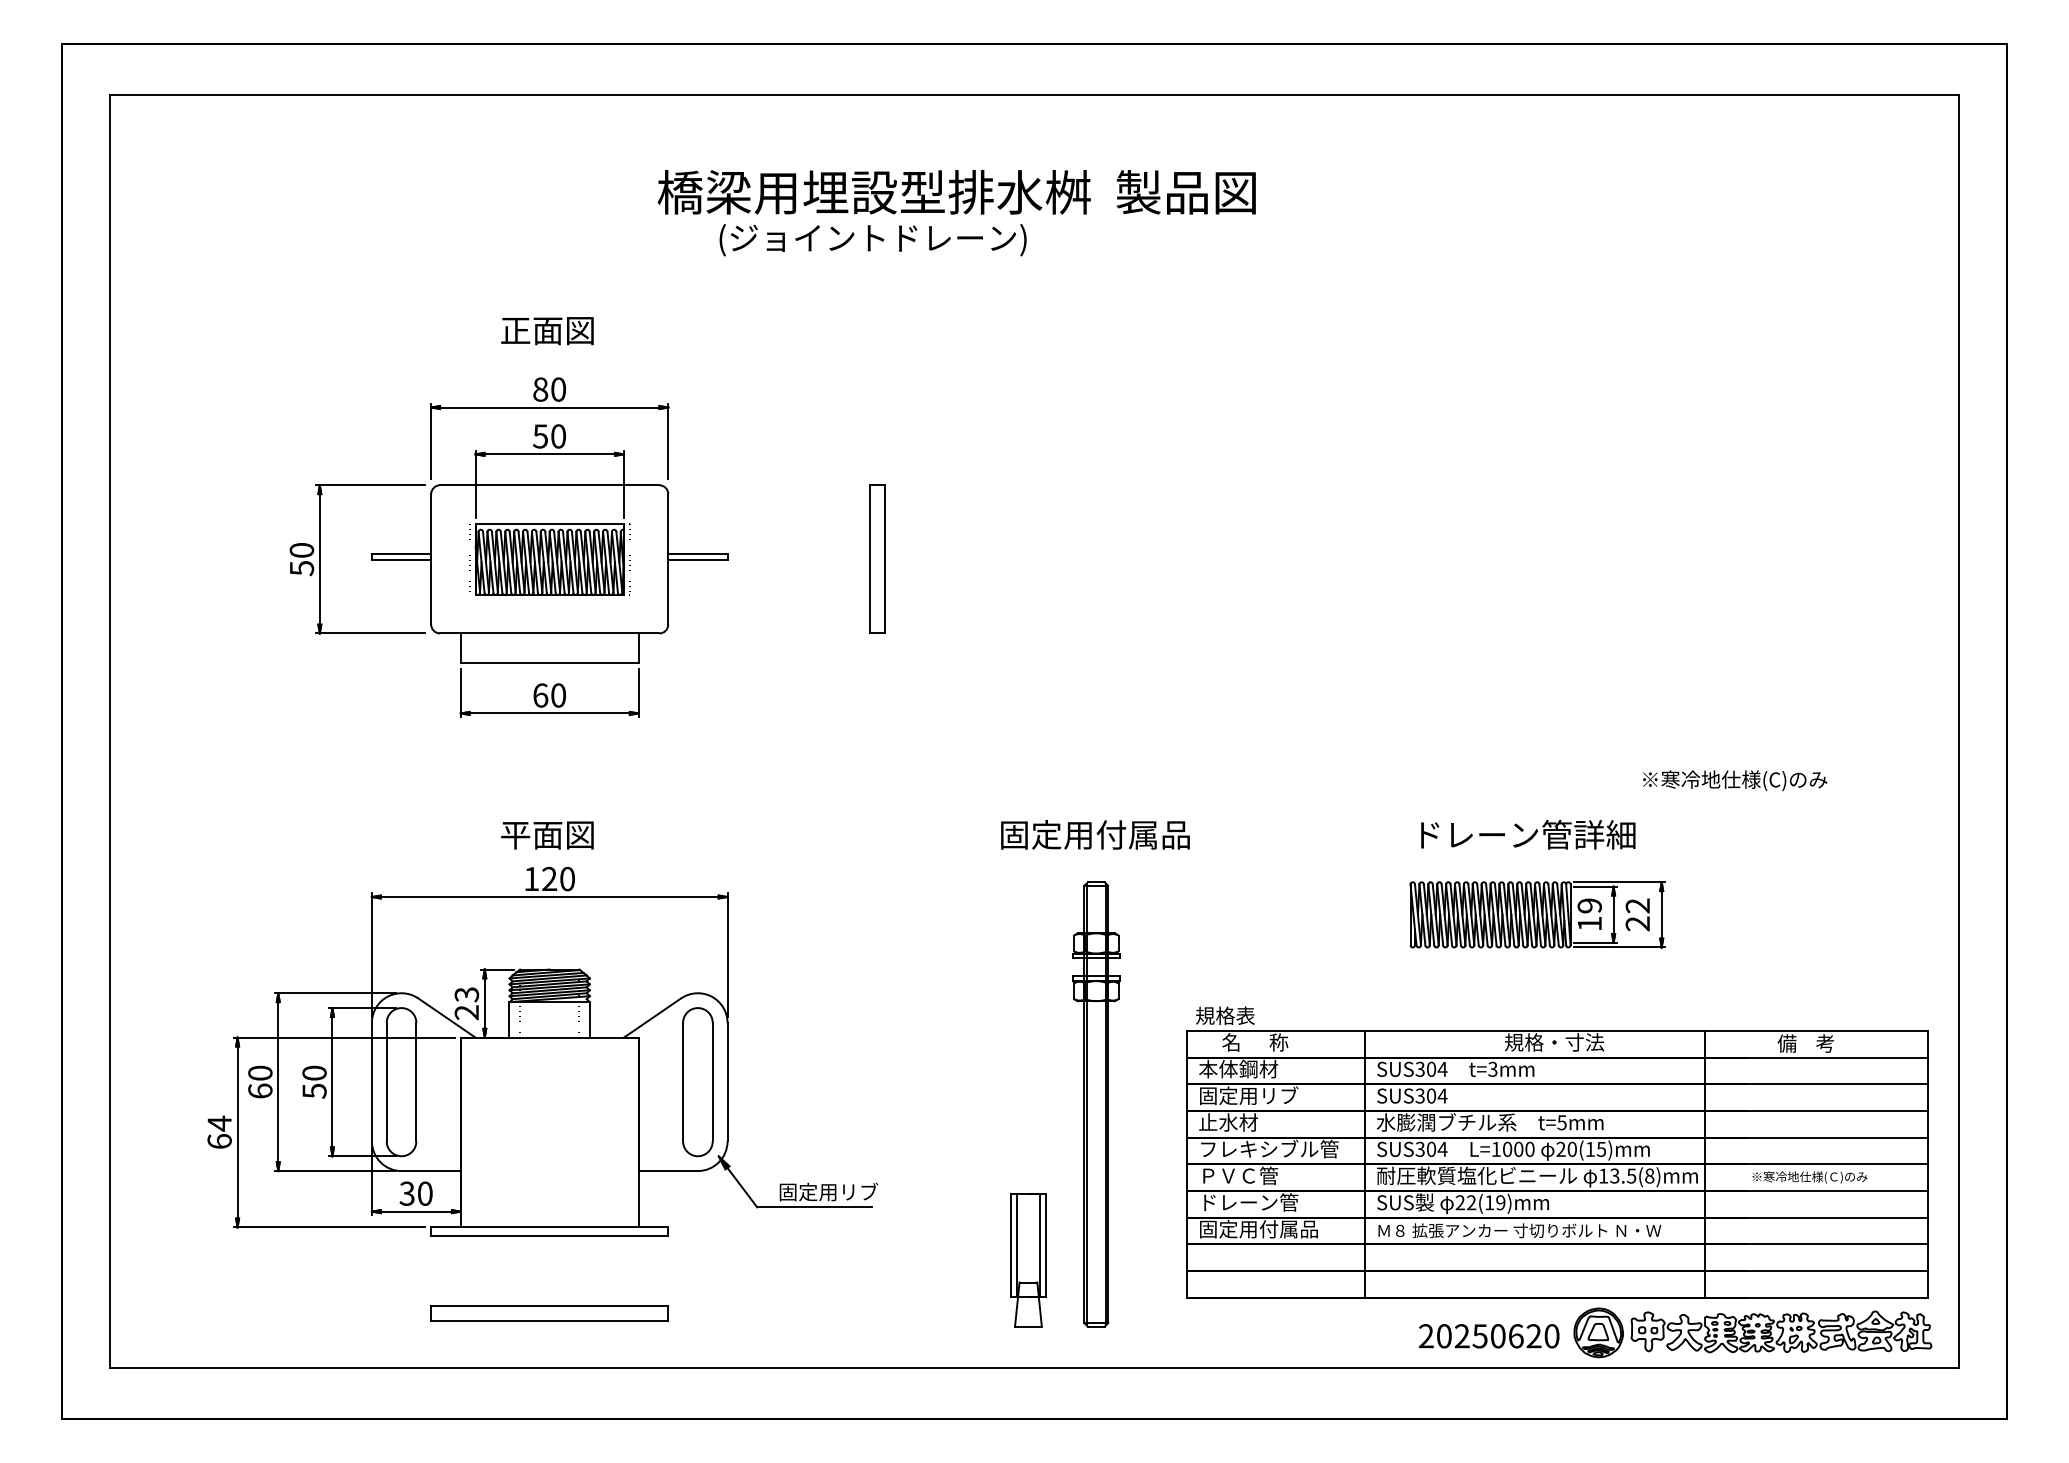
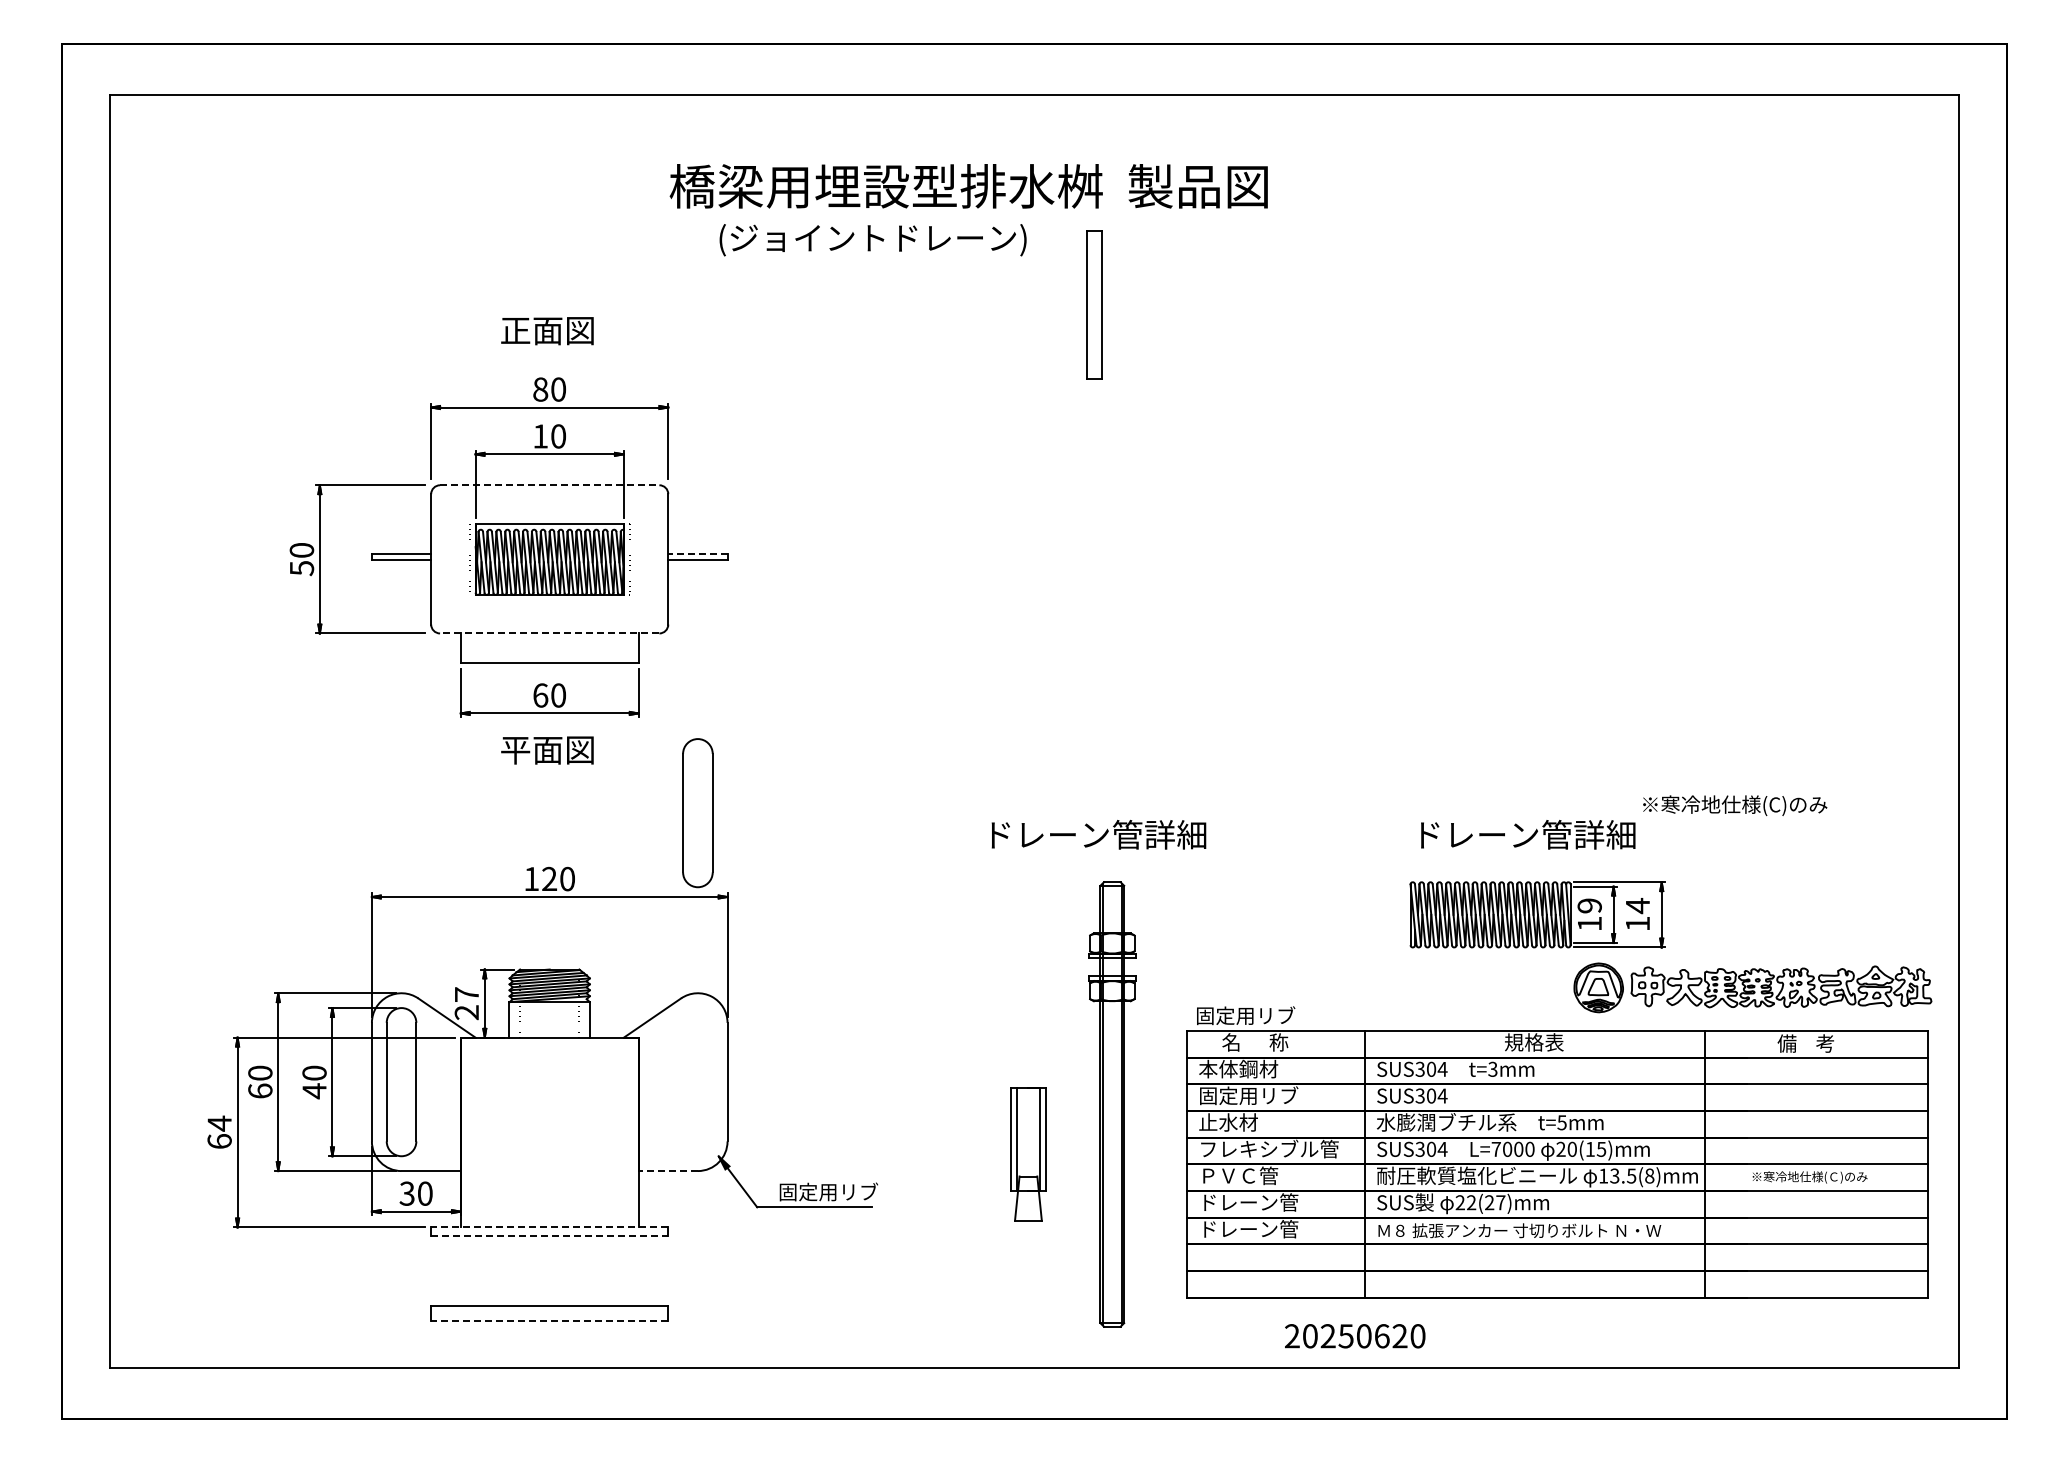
text at (956, 192) position: (956, 192) -> (968, 186)
text at (539, 436): 50 -> 10
line at (549, 485): solid -> dashed
line at (697, 553): solid -> dashed
part at (877, 558) position: (877, 558) -> (1094, 304)
line at (549, 633): solid -> dashed
text at (1735, 780) position: (1735, 780) -> (1735, 805)
text at (1098, 834): 固定用付属品 -> ドレーン管詳細
text at (547, 835) position: (547, 835) -> (547, 750)
text at (1637, 914): 22 -> 14
text at (466, 994): 23 -> 27
text at (1245, 1015): 規格表 -> 固定用リブ
text at (1574, 1042): 規格・寸法 -> 規格表
part at (697, 1082) position: (697, 1082) -> (697, 813)
text at (314, 1091): 50 -> 40
part at (1096, 1104) position: (1096, 1104) -> (1112, 1104)
text at (1495, 1149): L=1000 -> L=7000
line at (668, 1171): solid -> dashed
text at (1495, 1202): 22(19)mm -> 22(27)mm
line at (549, 1227): solid -> dashed
text at (1258, 1228): 固定用付属品 -> ドレーン管
line at (549, 1236): solid -> dashed
part at (1028, 1260) position: (1028, 1260) -> (1028, 1154)
line at (549, 1320): solid -> dashed
part at (1752, 1332) position: (1752, 1332) -> (1752, 987)
text at (1489, 1336) position: (1489, 1336) -> (1355, 1336)
